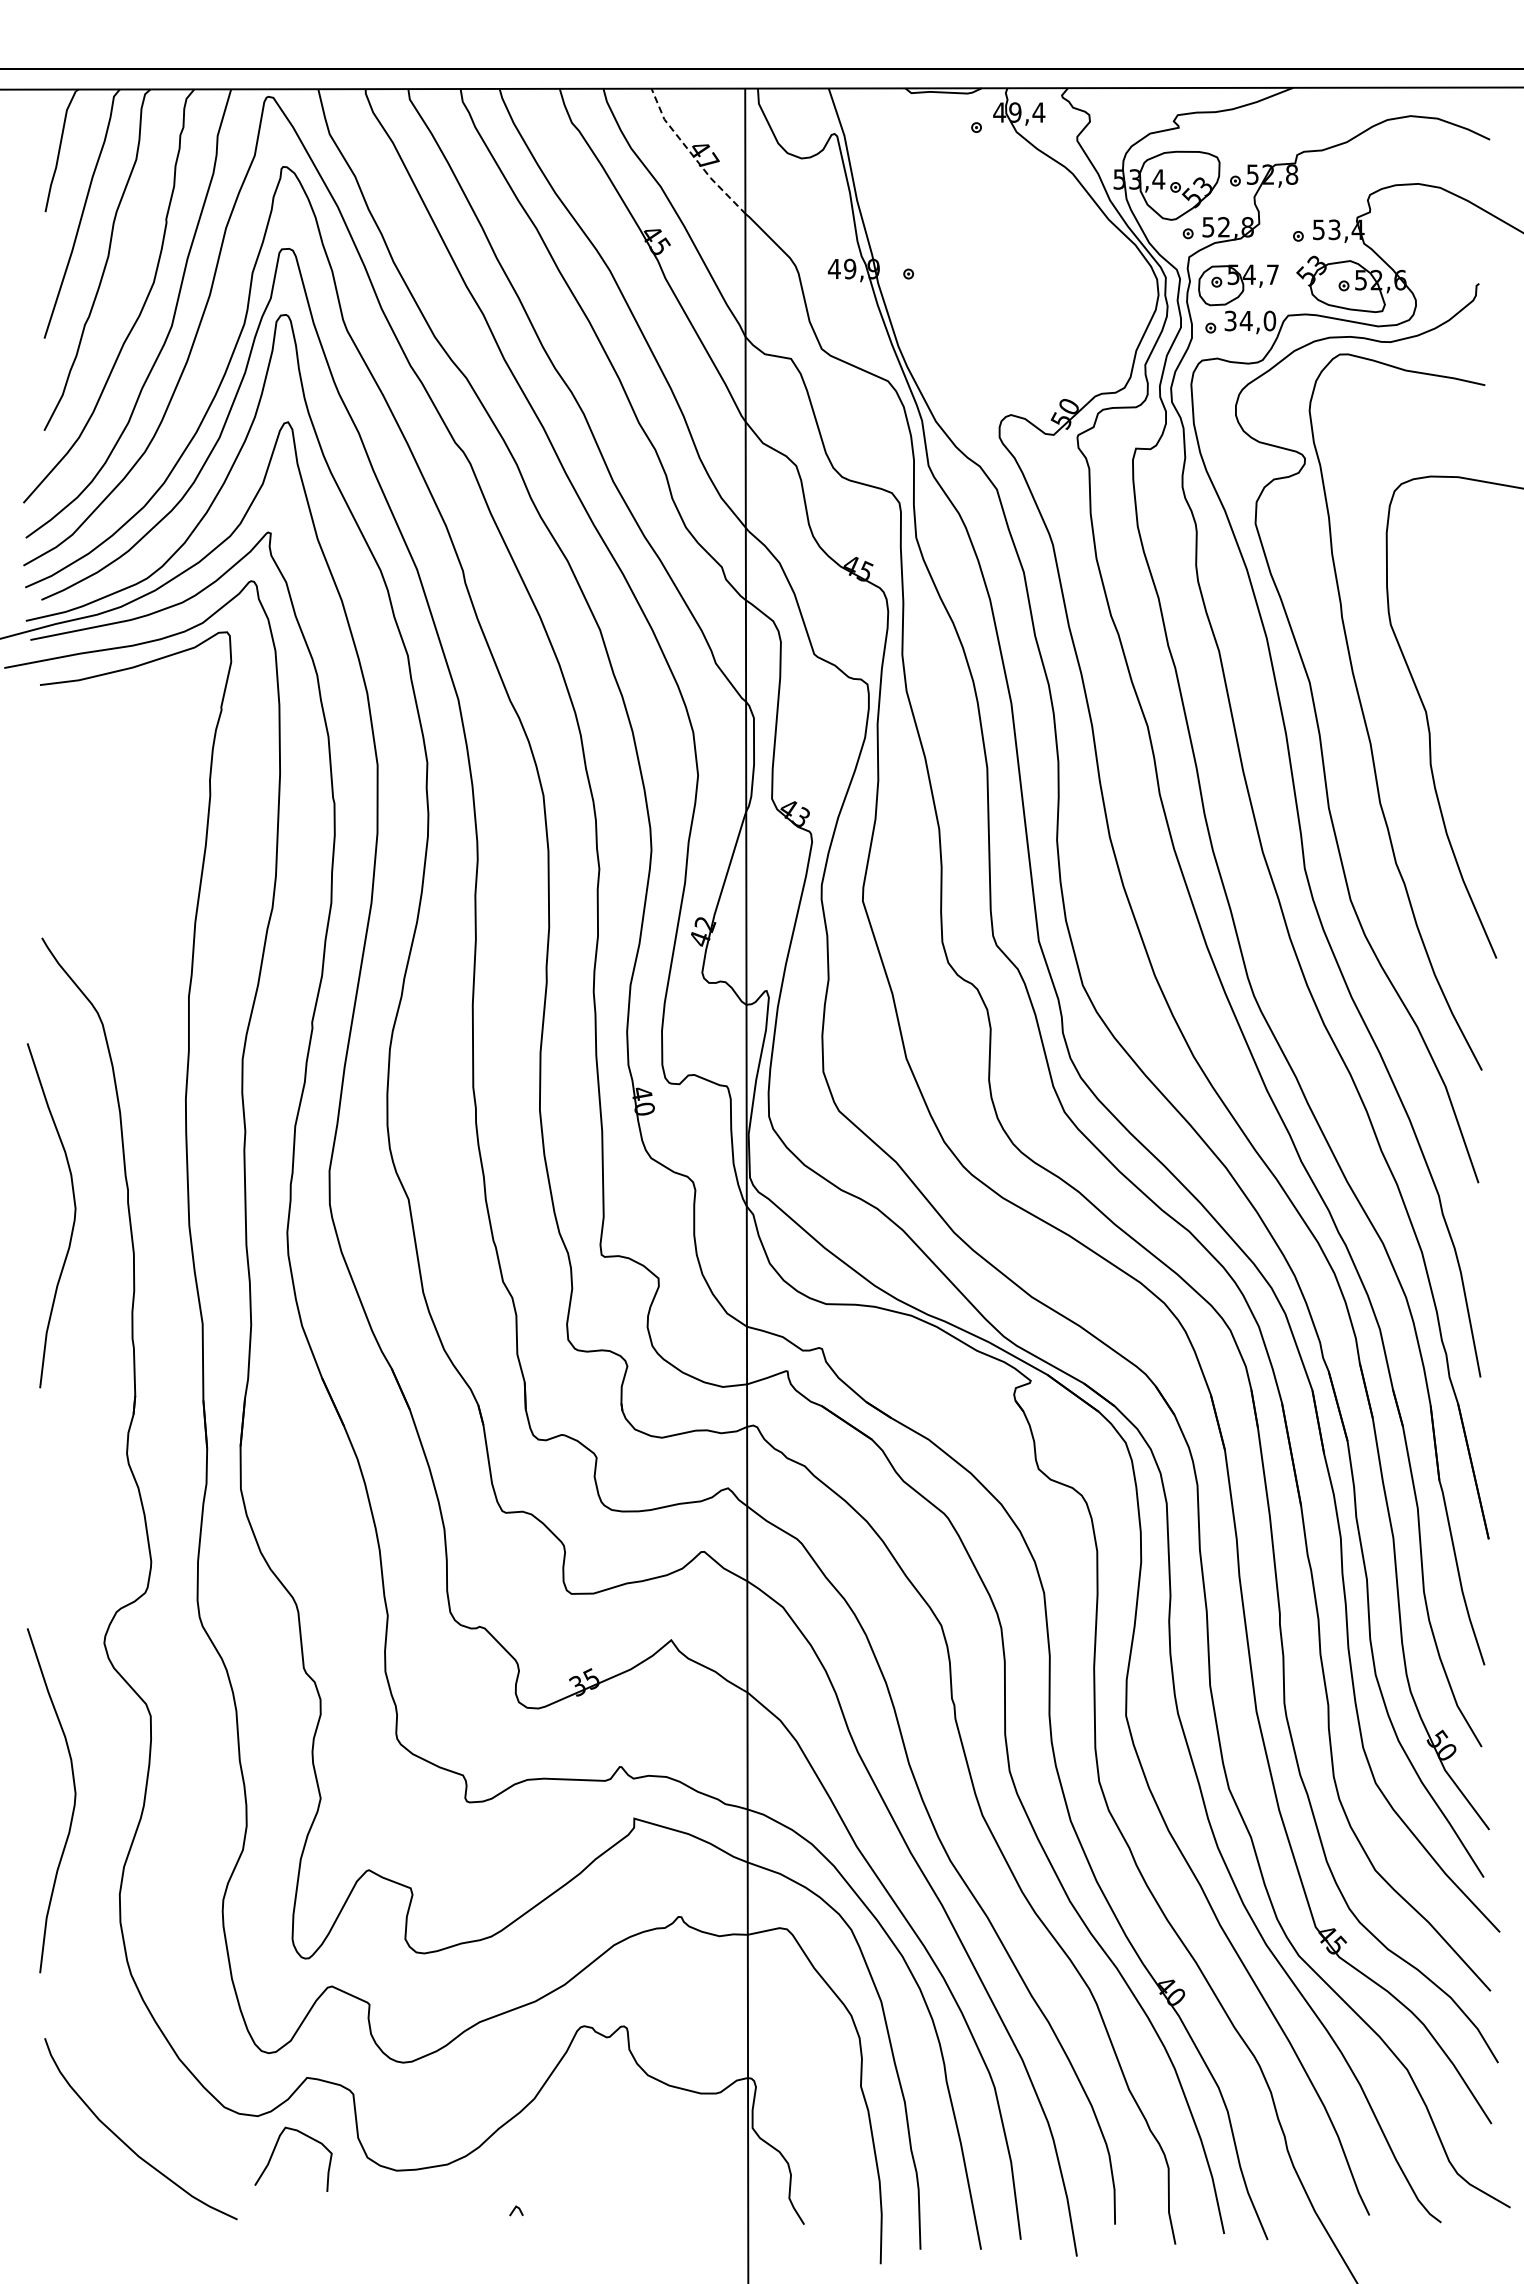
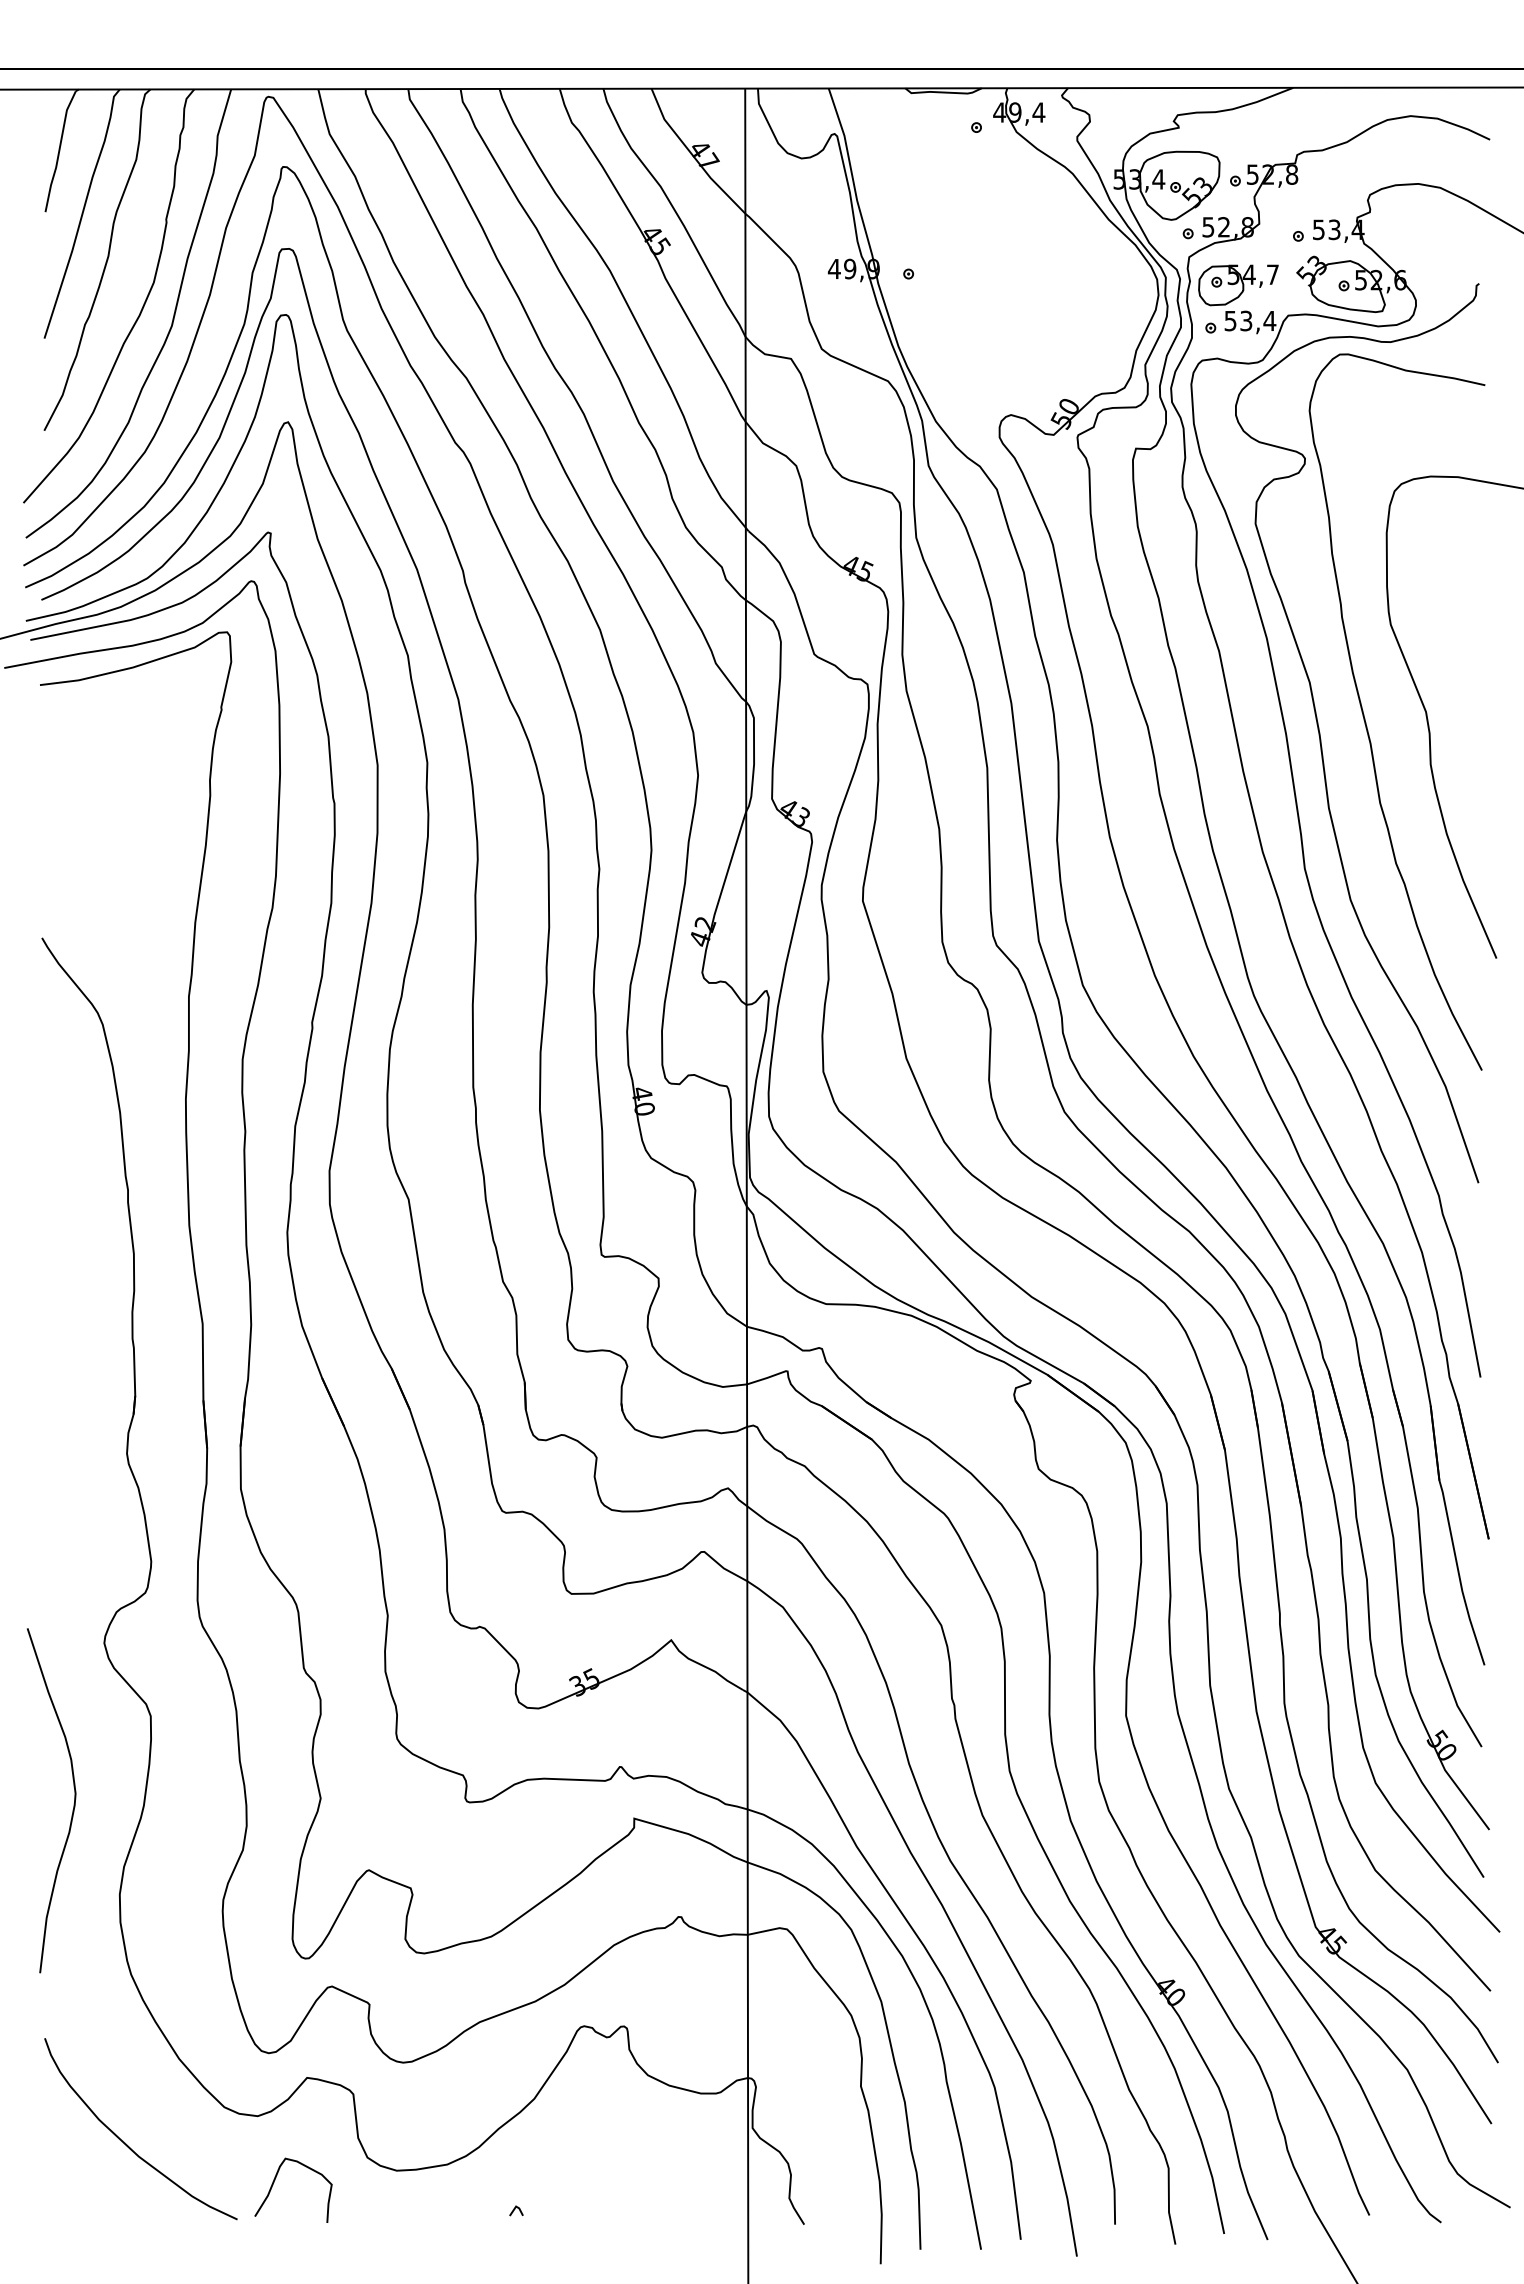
line at (692, 155): dashed -> solid
text at (1250, 320): 34,0 -> 53,4
curve at (73, 1219): present -> none
curve at (275, 2149) position: (275, 2149) -> (275, 2180)
